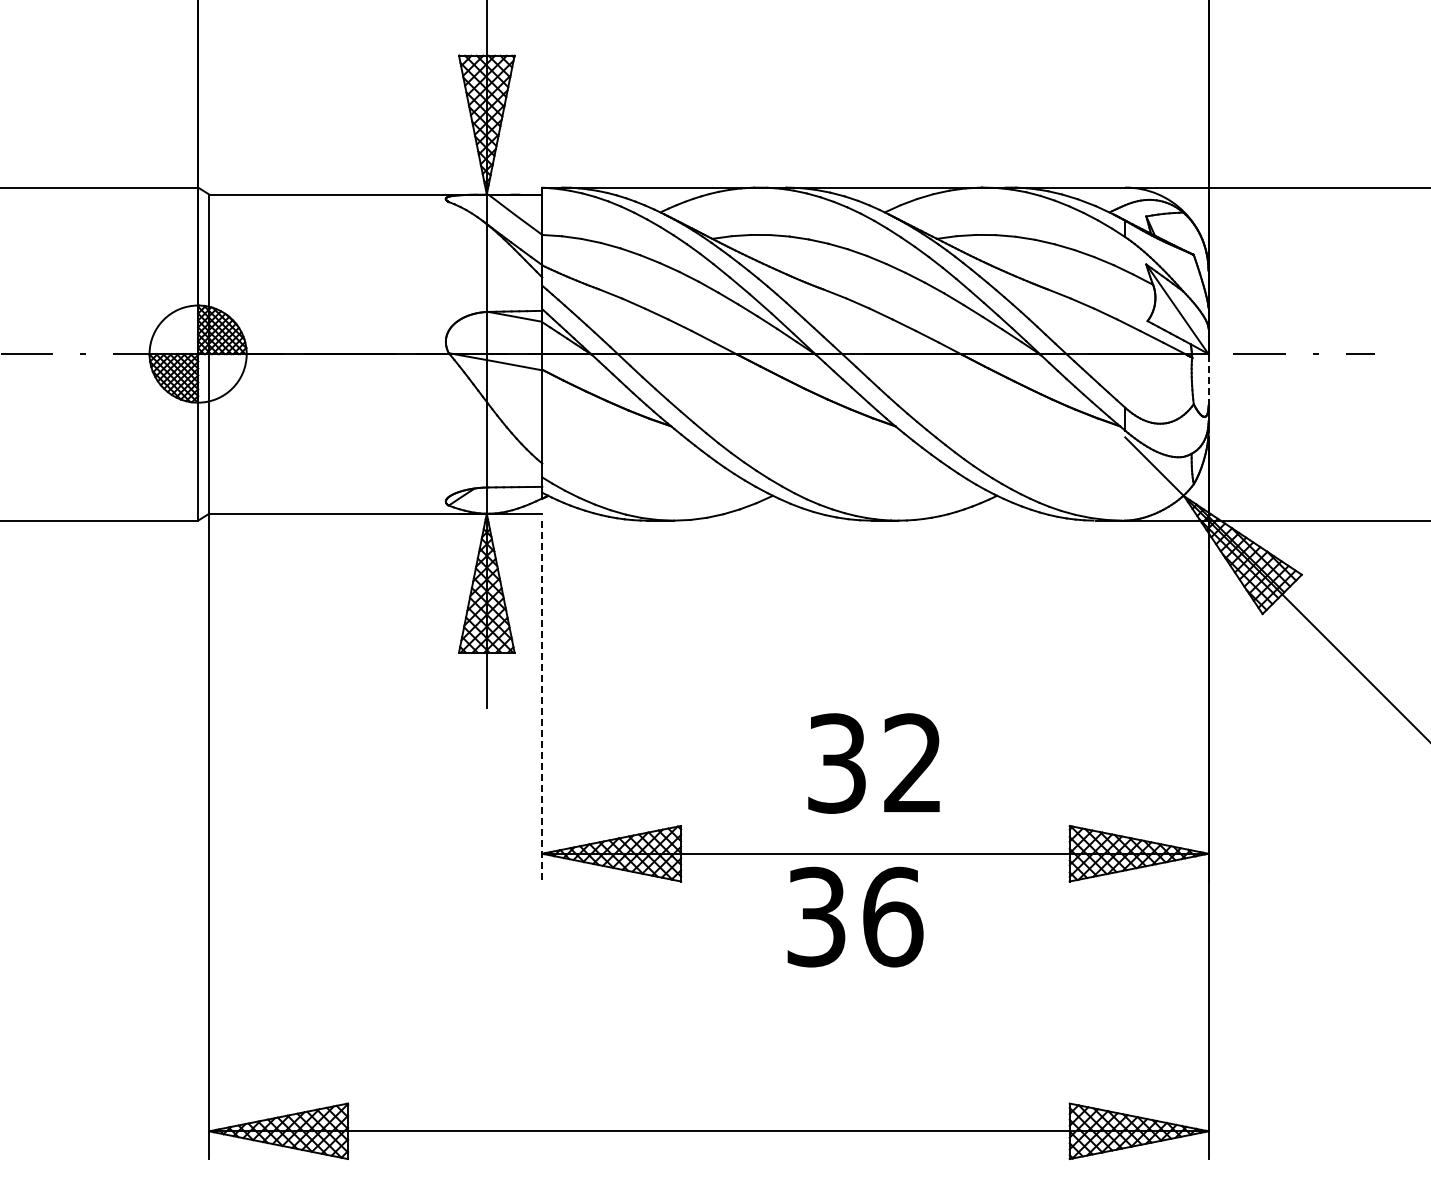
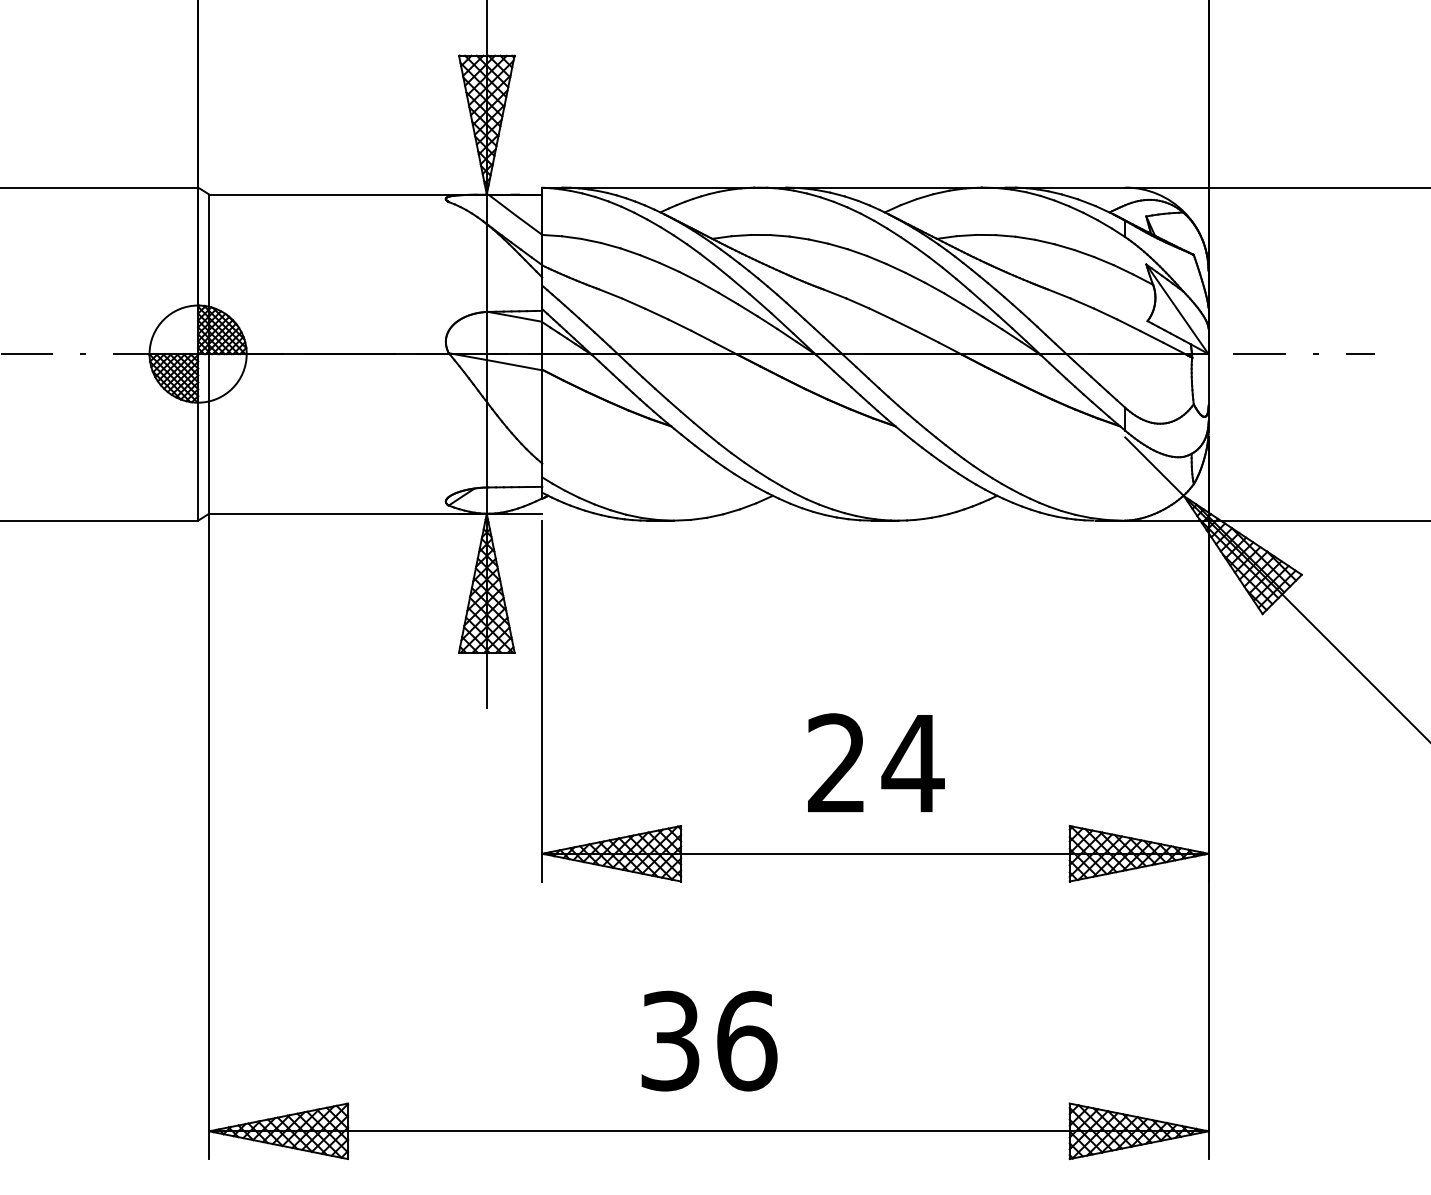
line at (1208, 379): dashed -> solid
line at (542, 701): dashed -> solid
text at (876, 763): 32 -> 24
text at (855, 916) position: (855, 916) -> (709, 1040)
